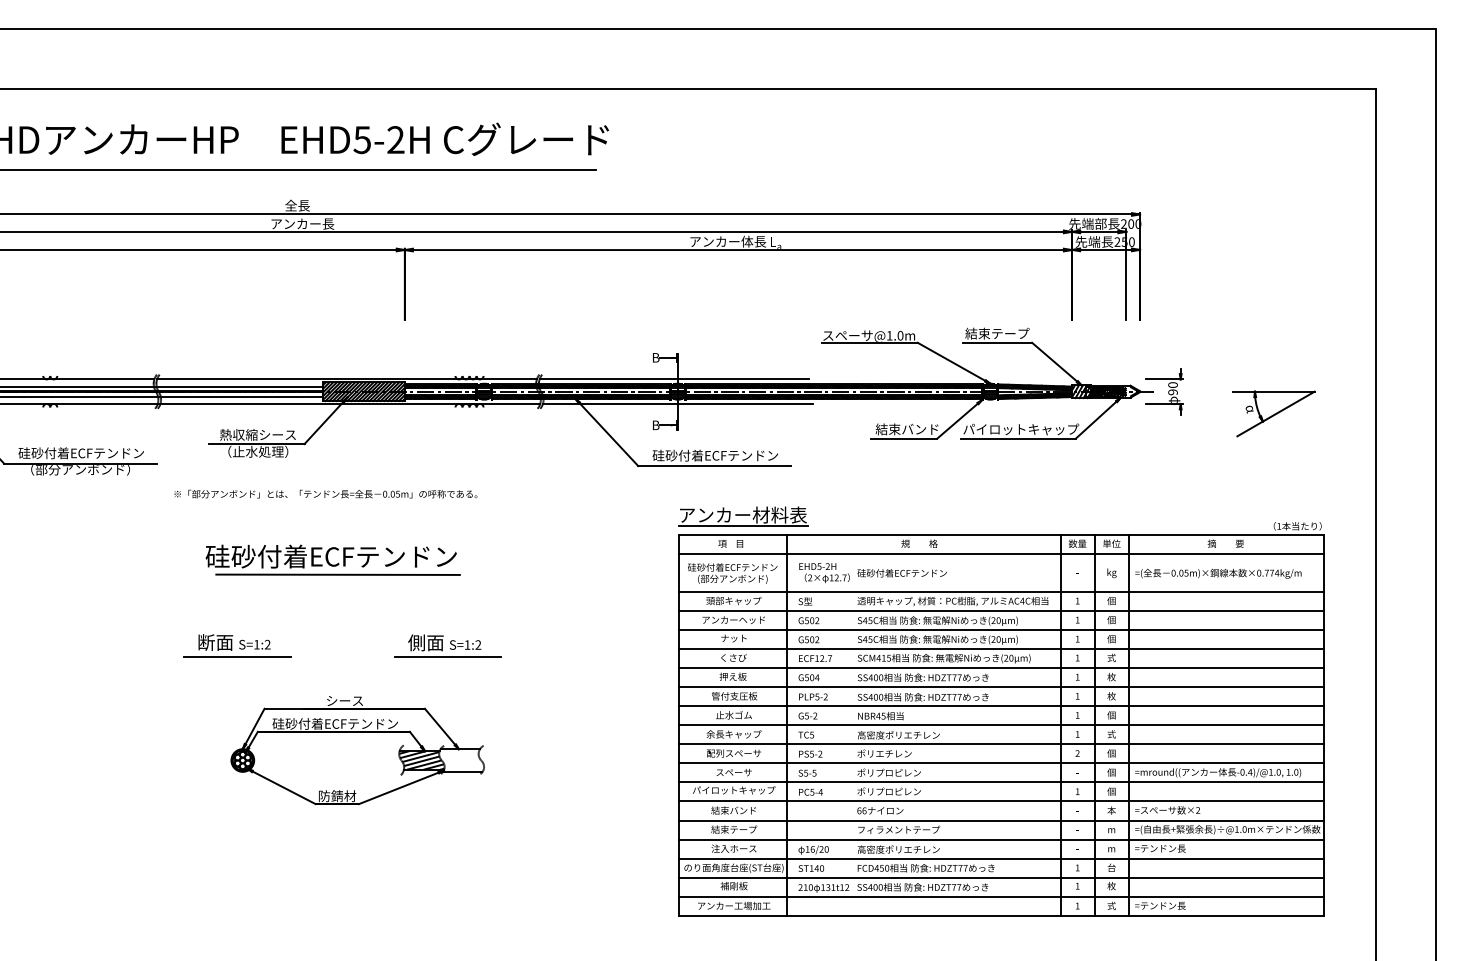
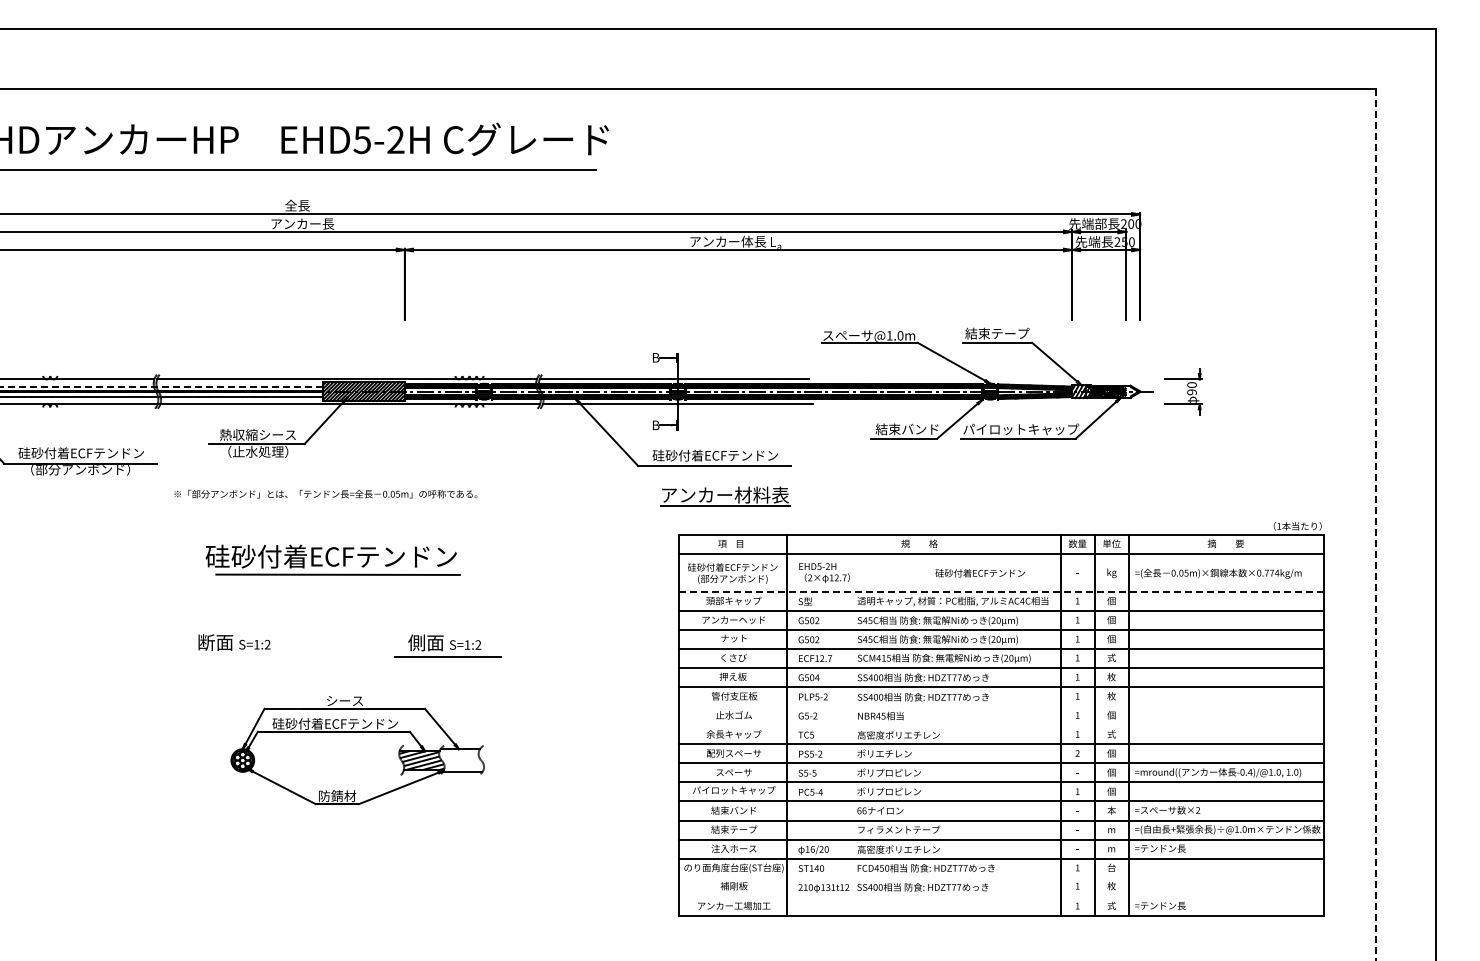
line at (161, 386): solid -> dashed
part at (1164, 391) position: (1164, 391) -> (1183, 391)
part at (1273, 413): present -> none
part at (743, 516) position: (743, 516) -> (725, 496)
line at (1375, 524): solid -> dashed
text at (901, 573) position: (901, 573) -> (979, 573)
line at (1001, 591): solid -> dashed
line at (237, 656): present -> none
line at (1001, 706): present -> none
line at (1001, 725): present -> none
line at (1001, 877): present -> none
line at (1001, 896): present -> none
